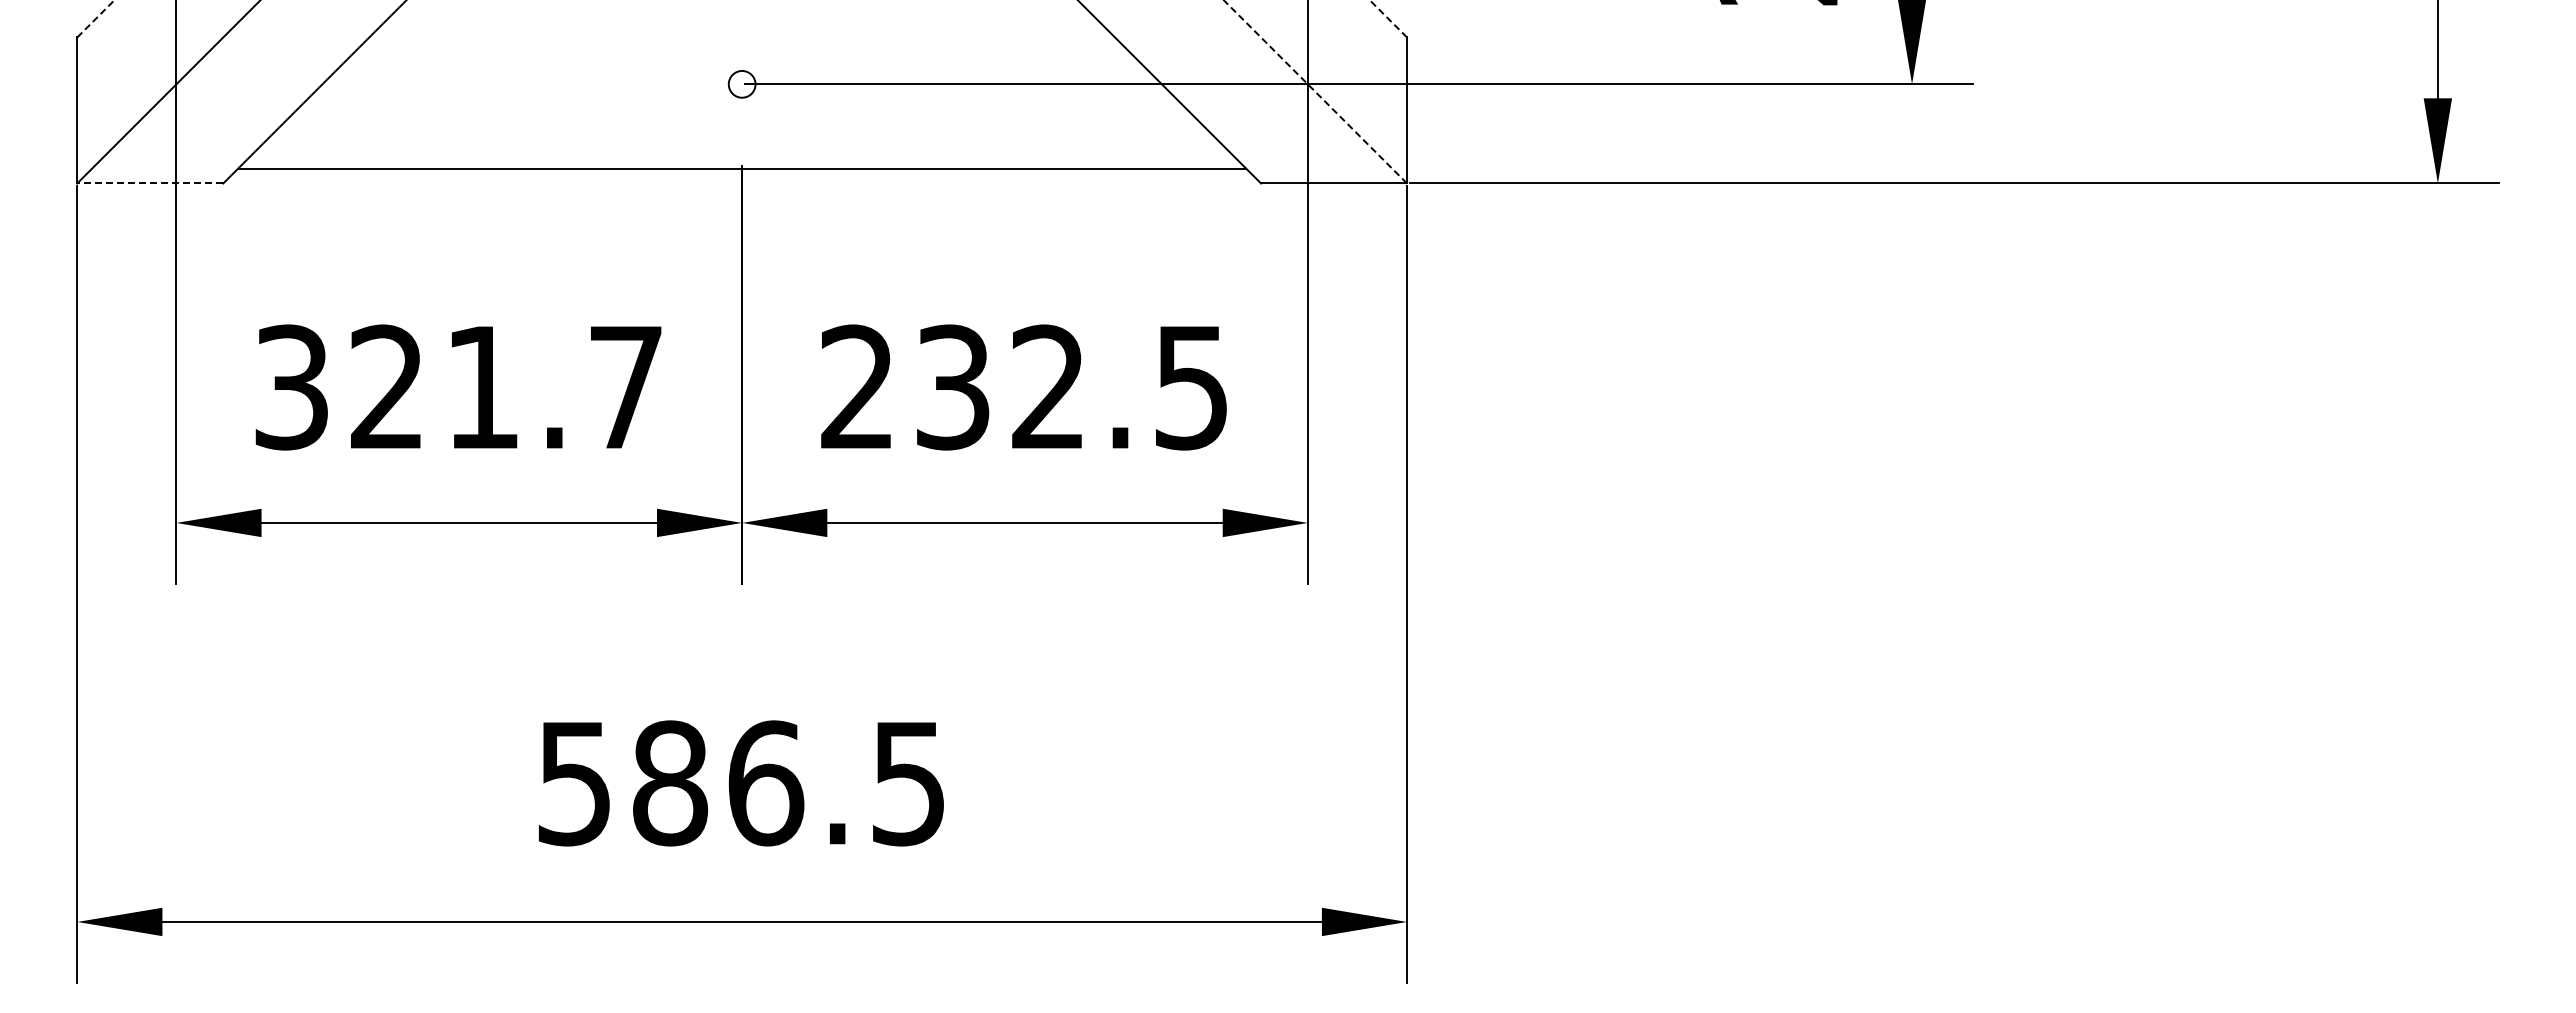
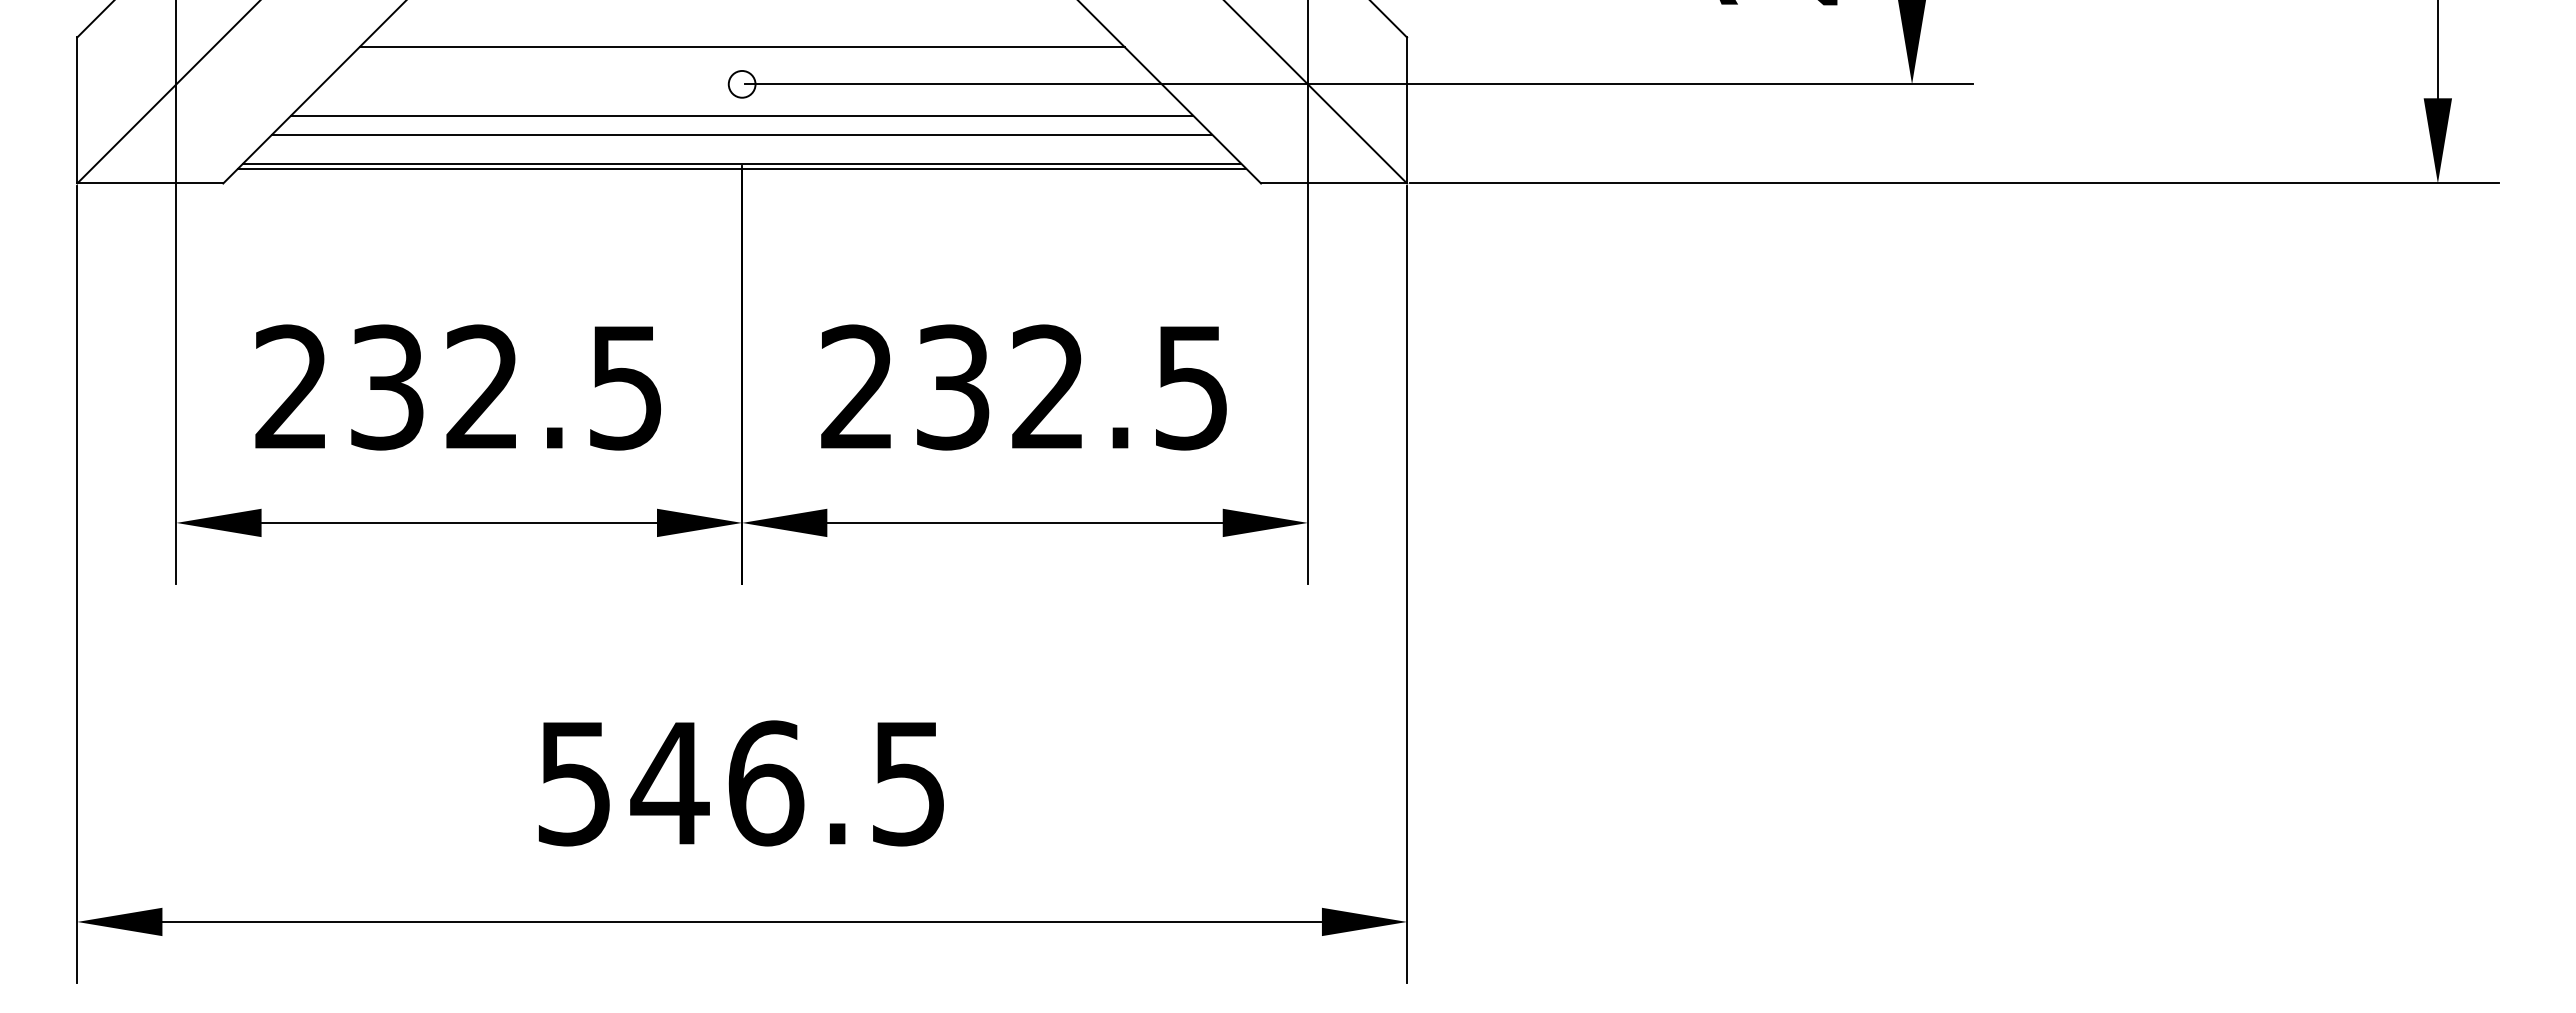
line at (96, 18): dashed -> solid
line at (1388, 18): dashed -> solid
line at (741, 47): none -> present
line at (1315, 91): dashed -> solid
line at (741, 115): none -> present
line at (742, 134): none -> present
line at (741, 163): none -> present
line at (149, 183): dashed -> solid
text at (458, 387): 321.7 -> 232.5
text at (669, 783): 586.5 -> 546.5
